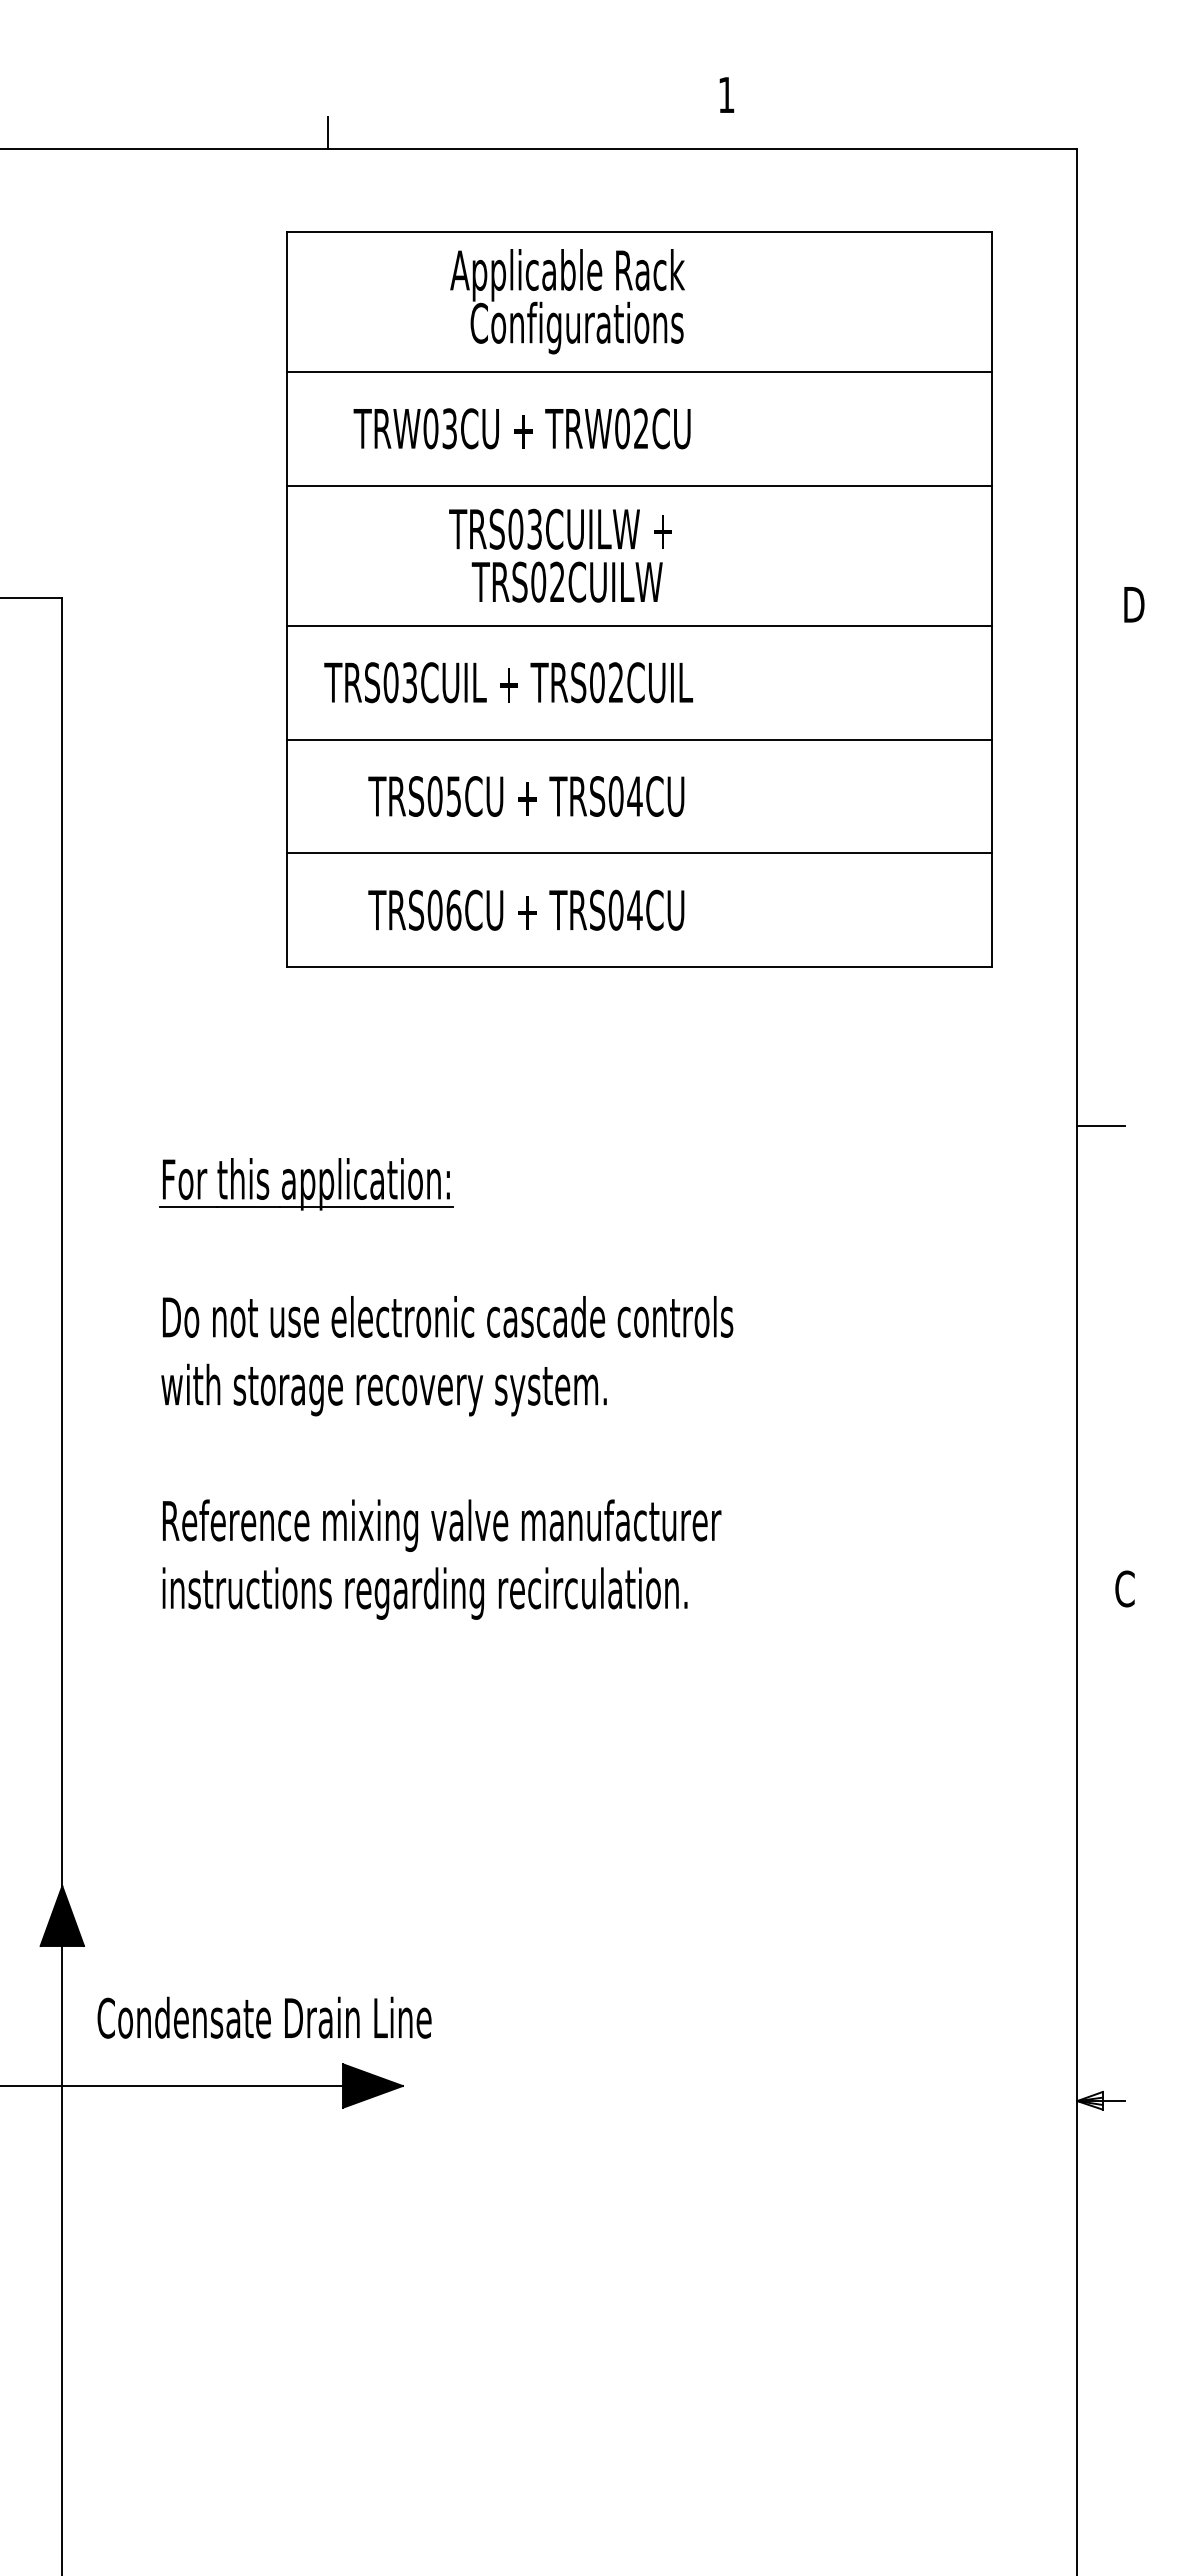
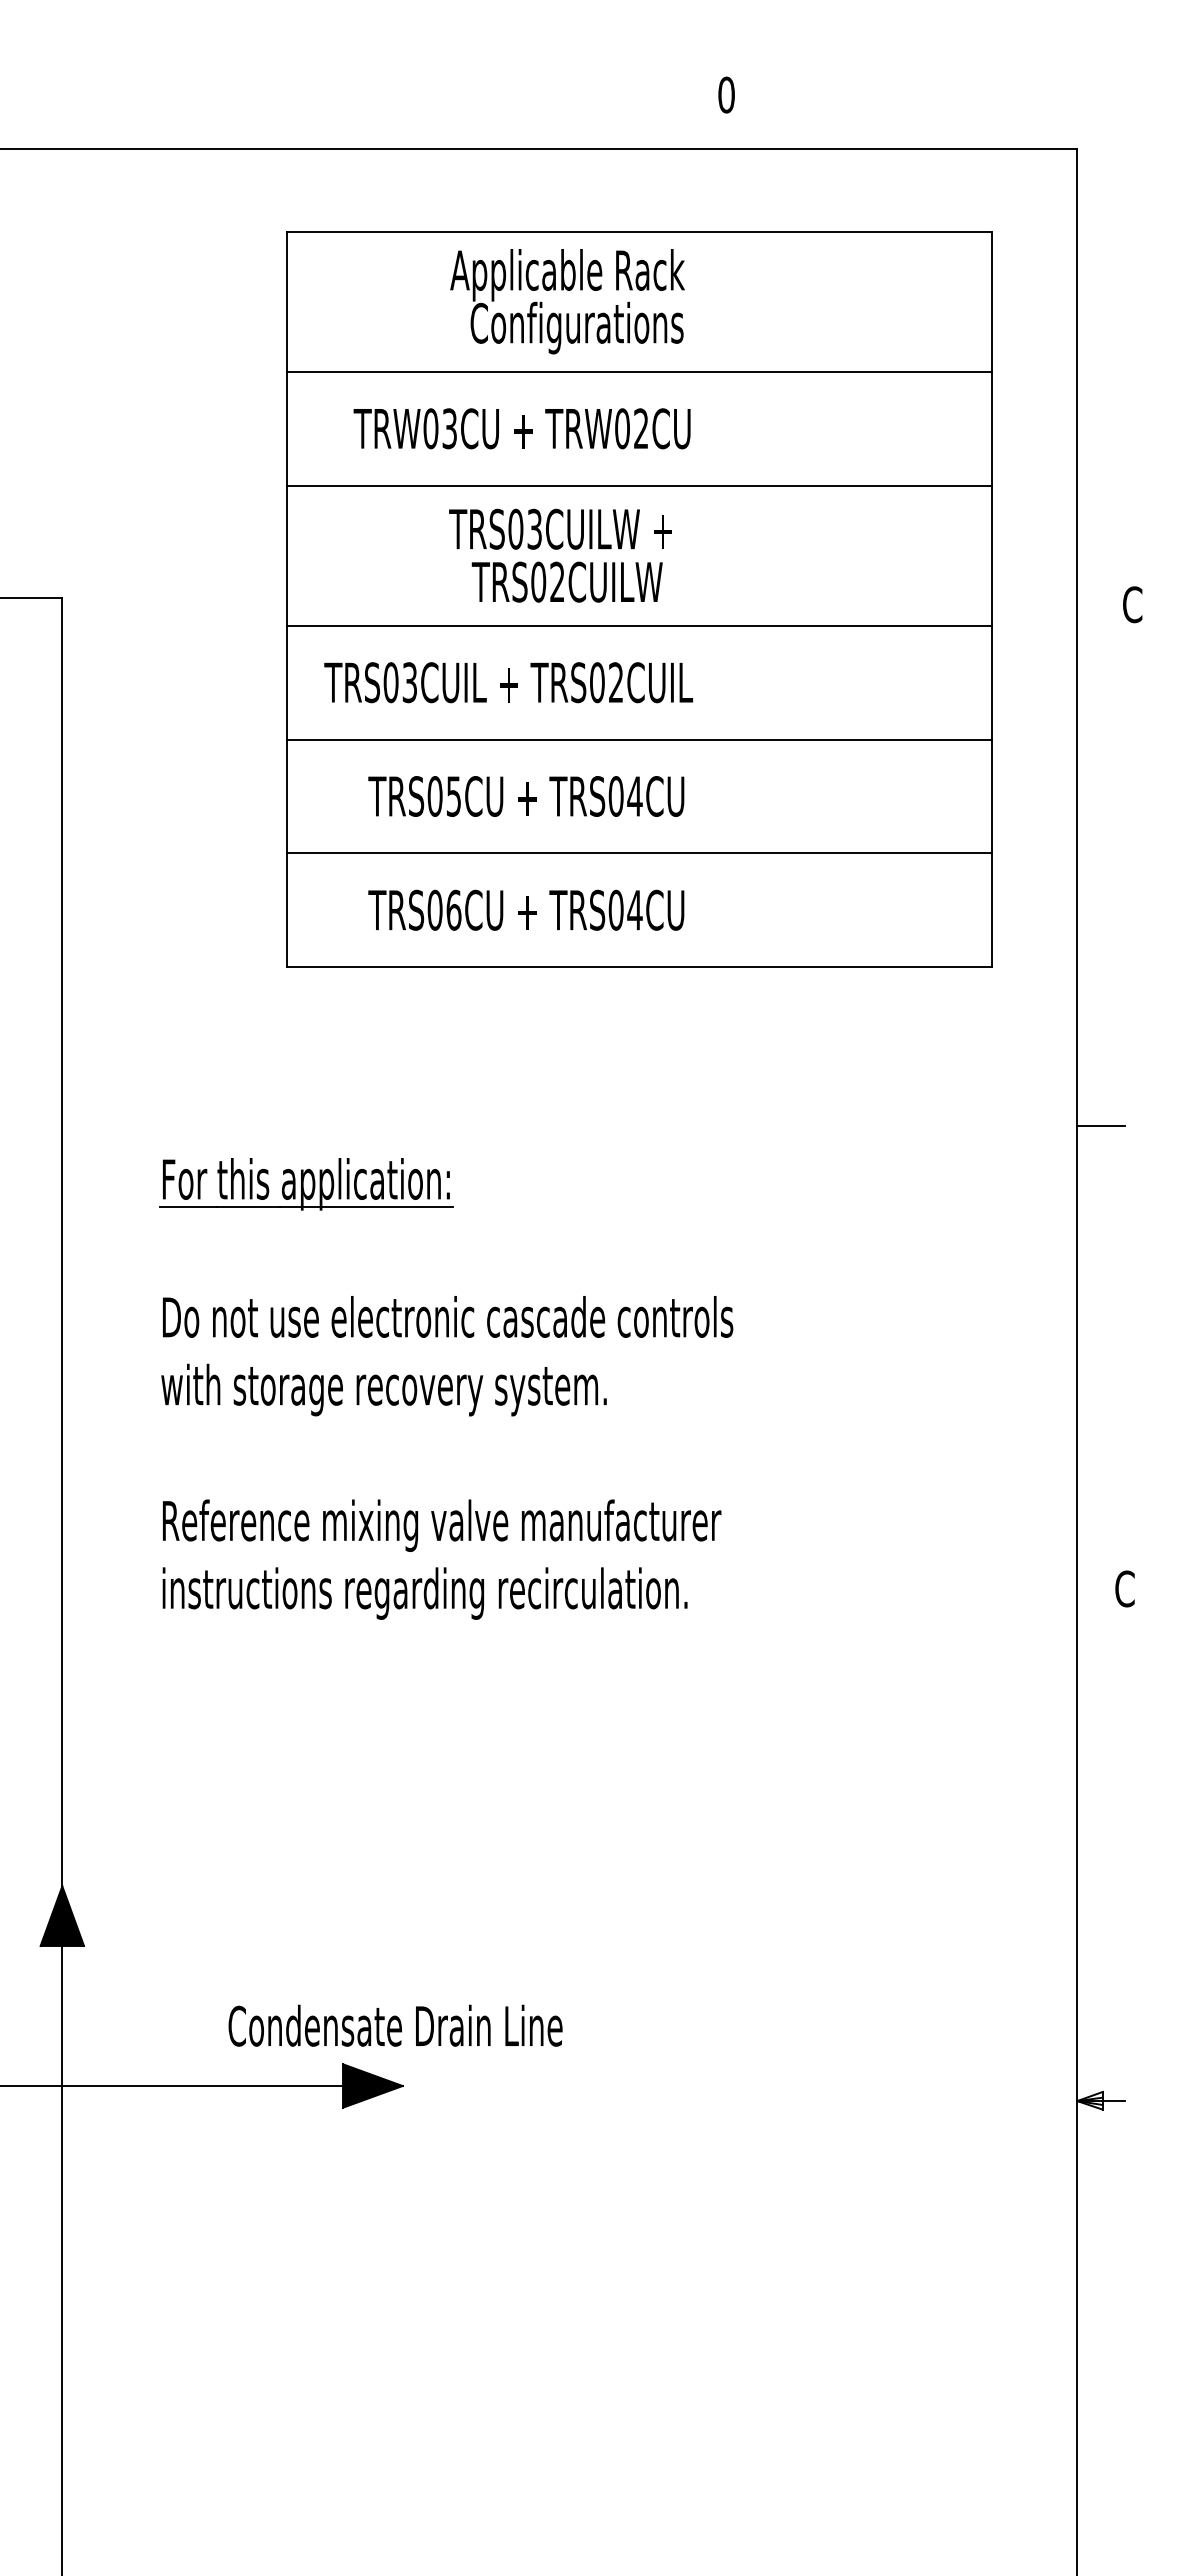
text at (726, 94): 1 -> 0
line at (327, 132): present -> none
text at (1133, 604): D -> C
text at (264, 2017) position: (264, 2017) -> (395, 2025)
